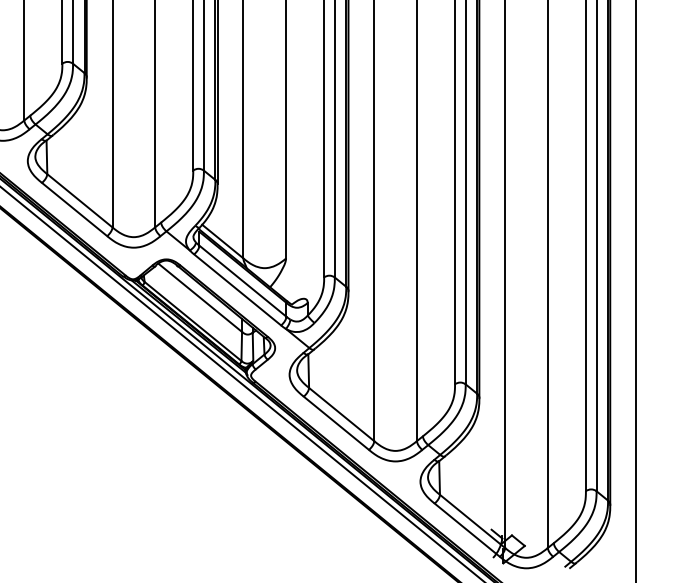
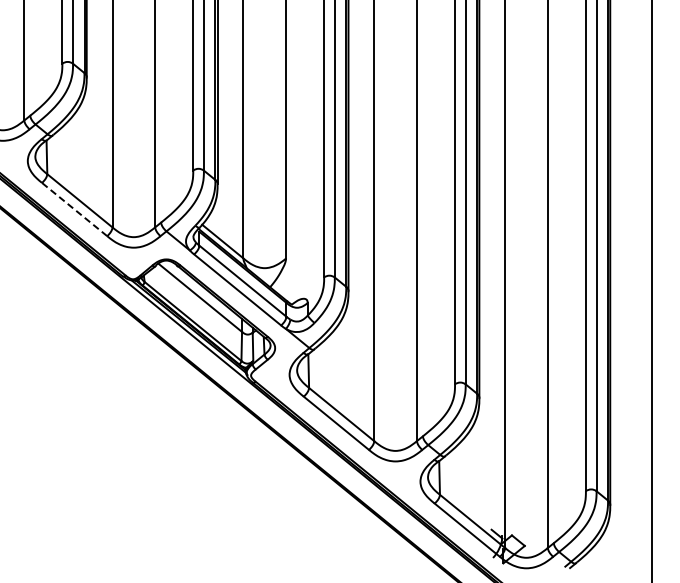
line at (74, 209): solid -> dashed
line at (636, 290) position: (636, 290) -> (652, 290)
line at (241, 383): present -> none
